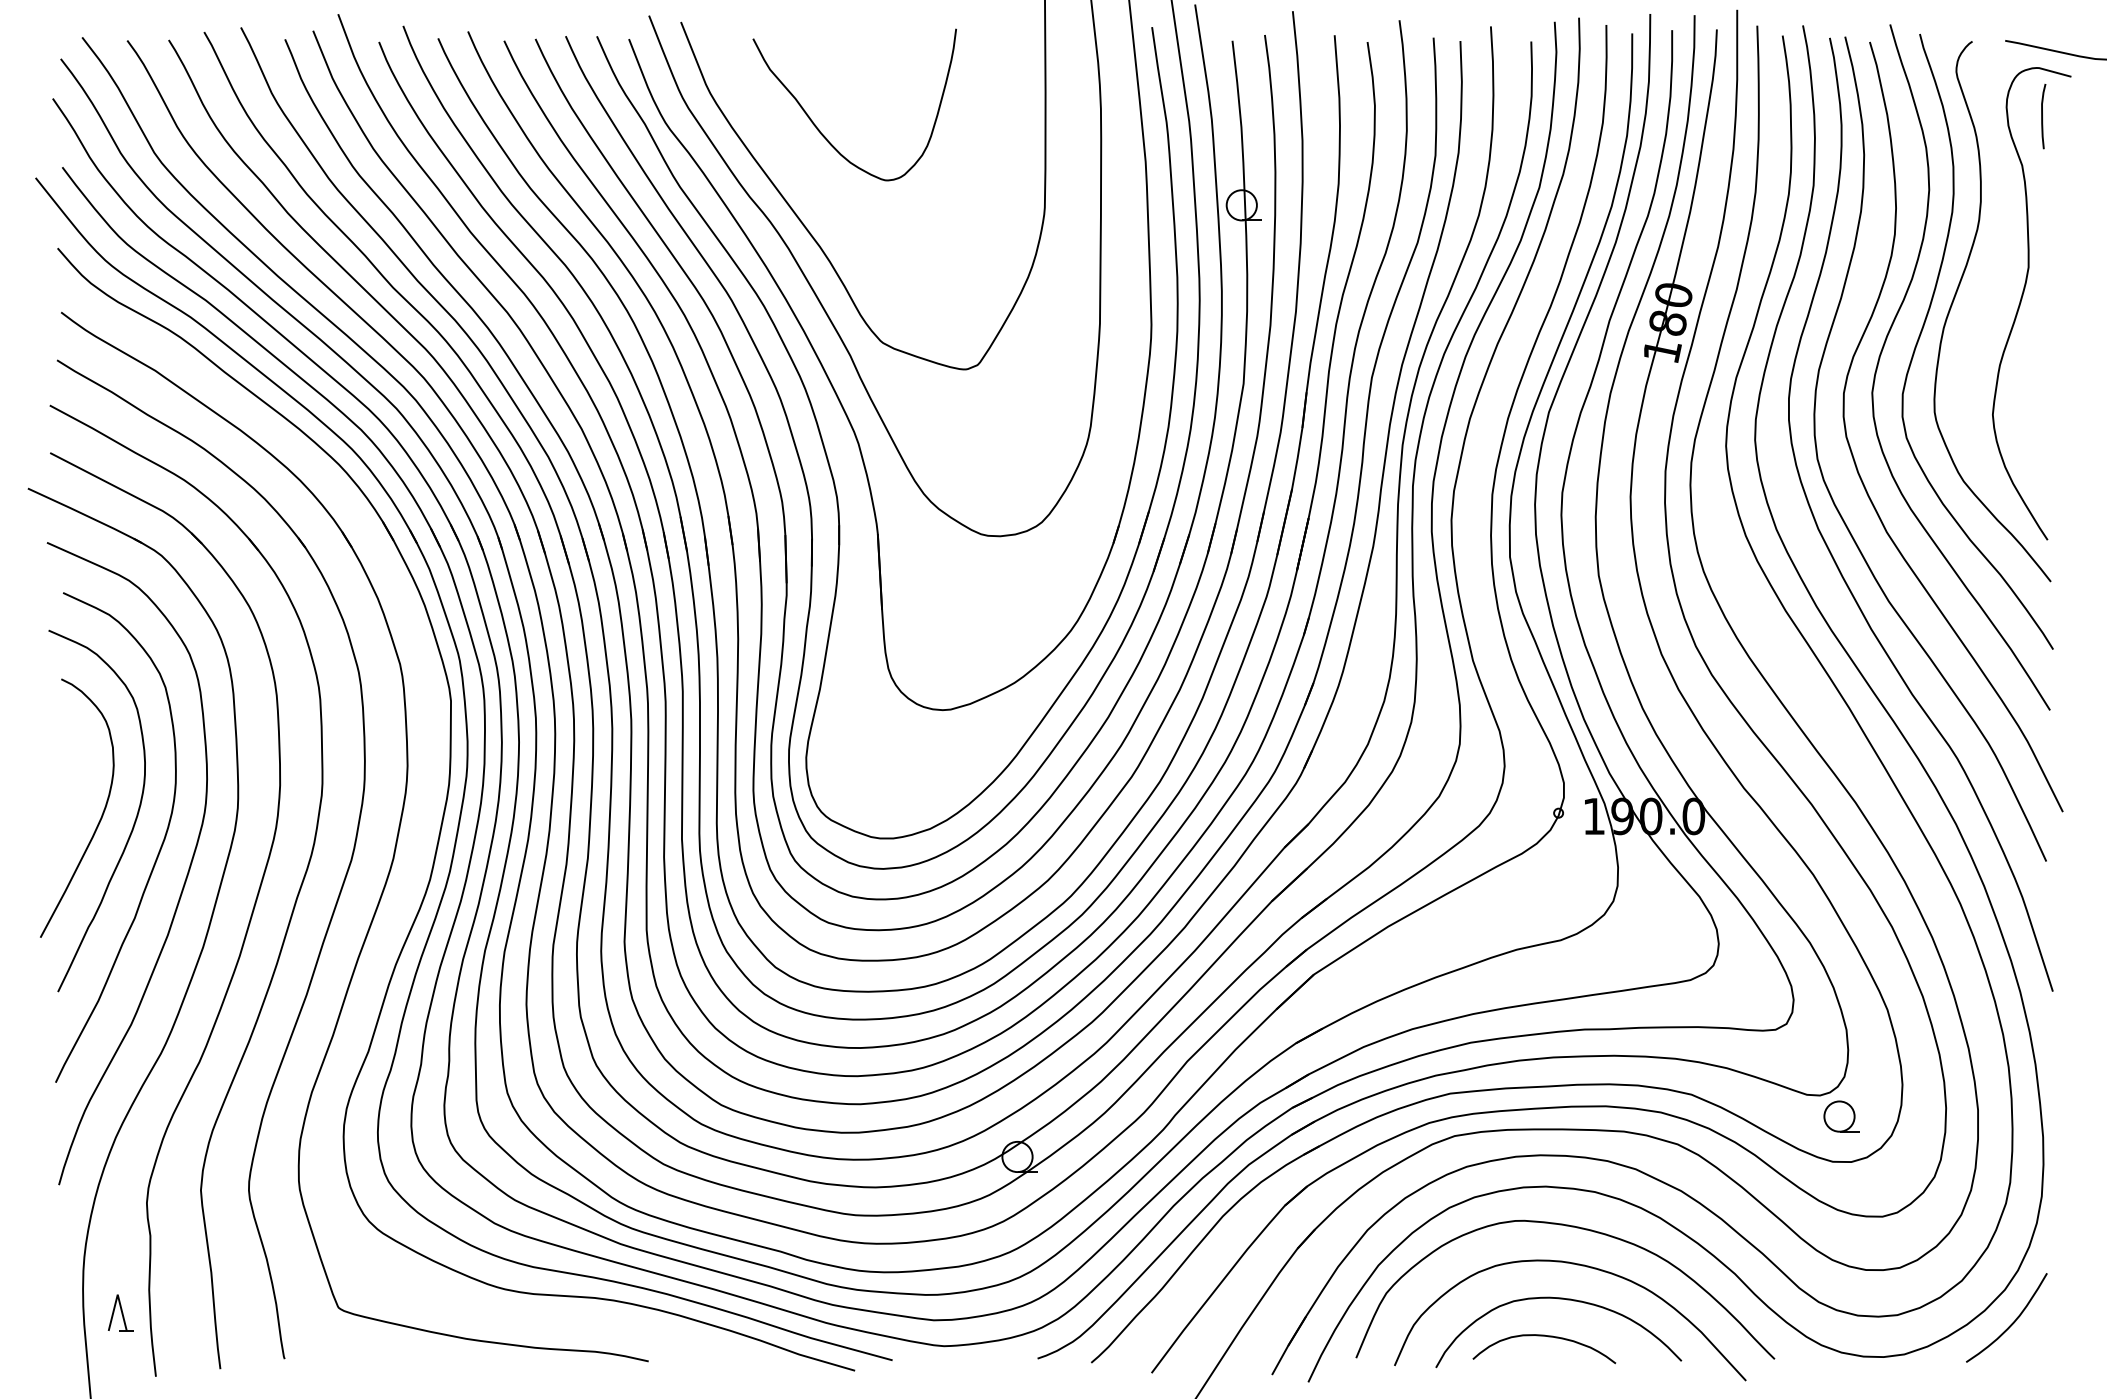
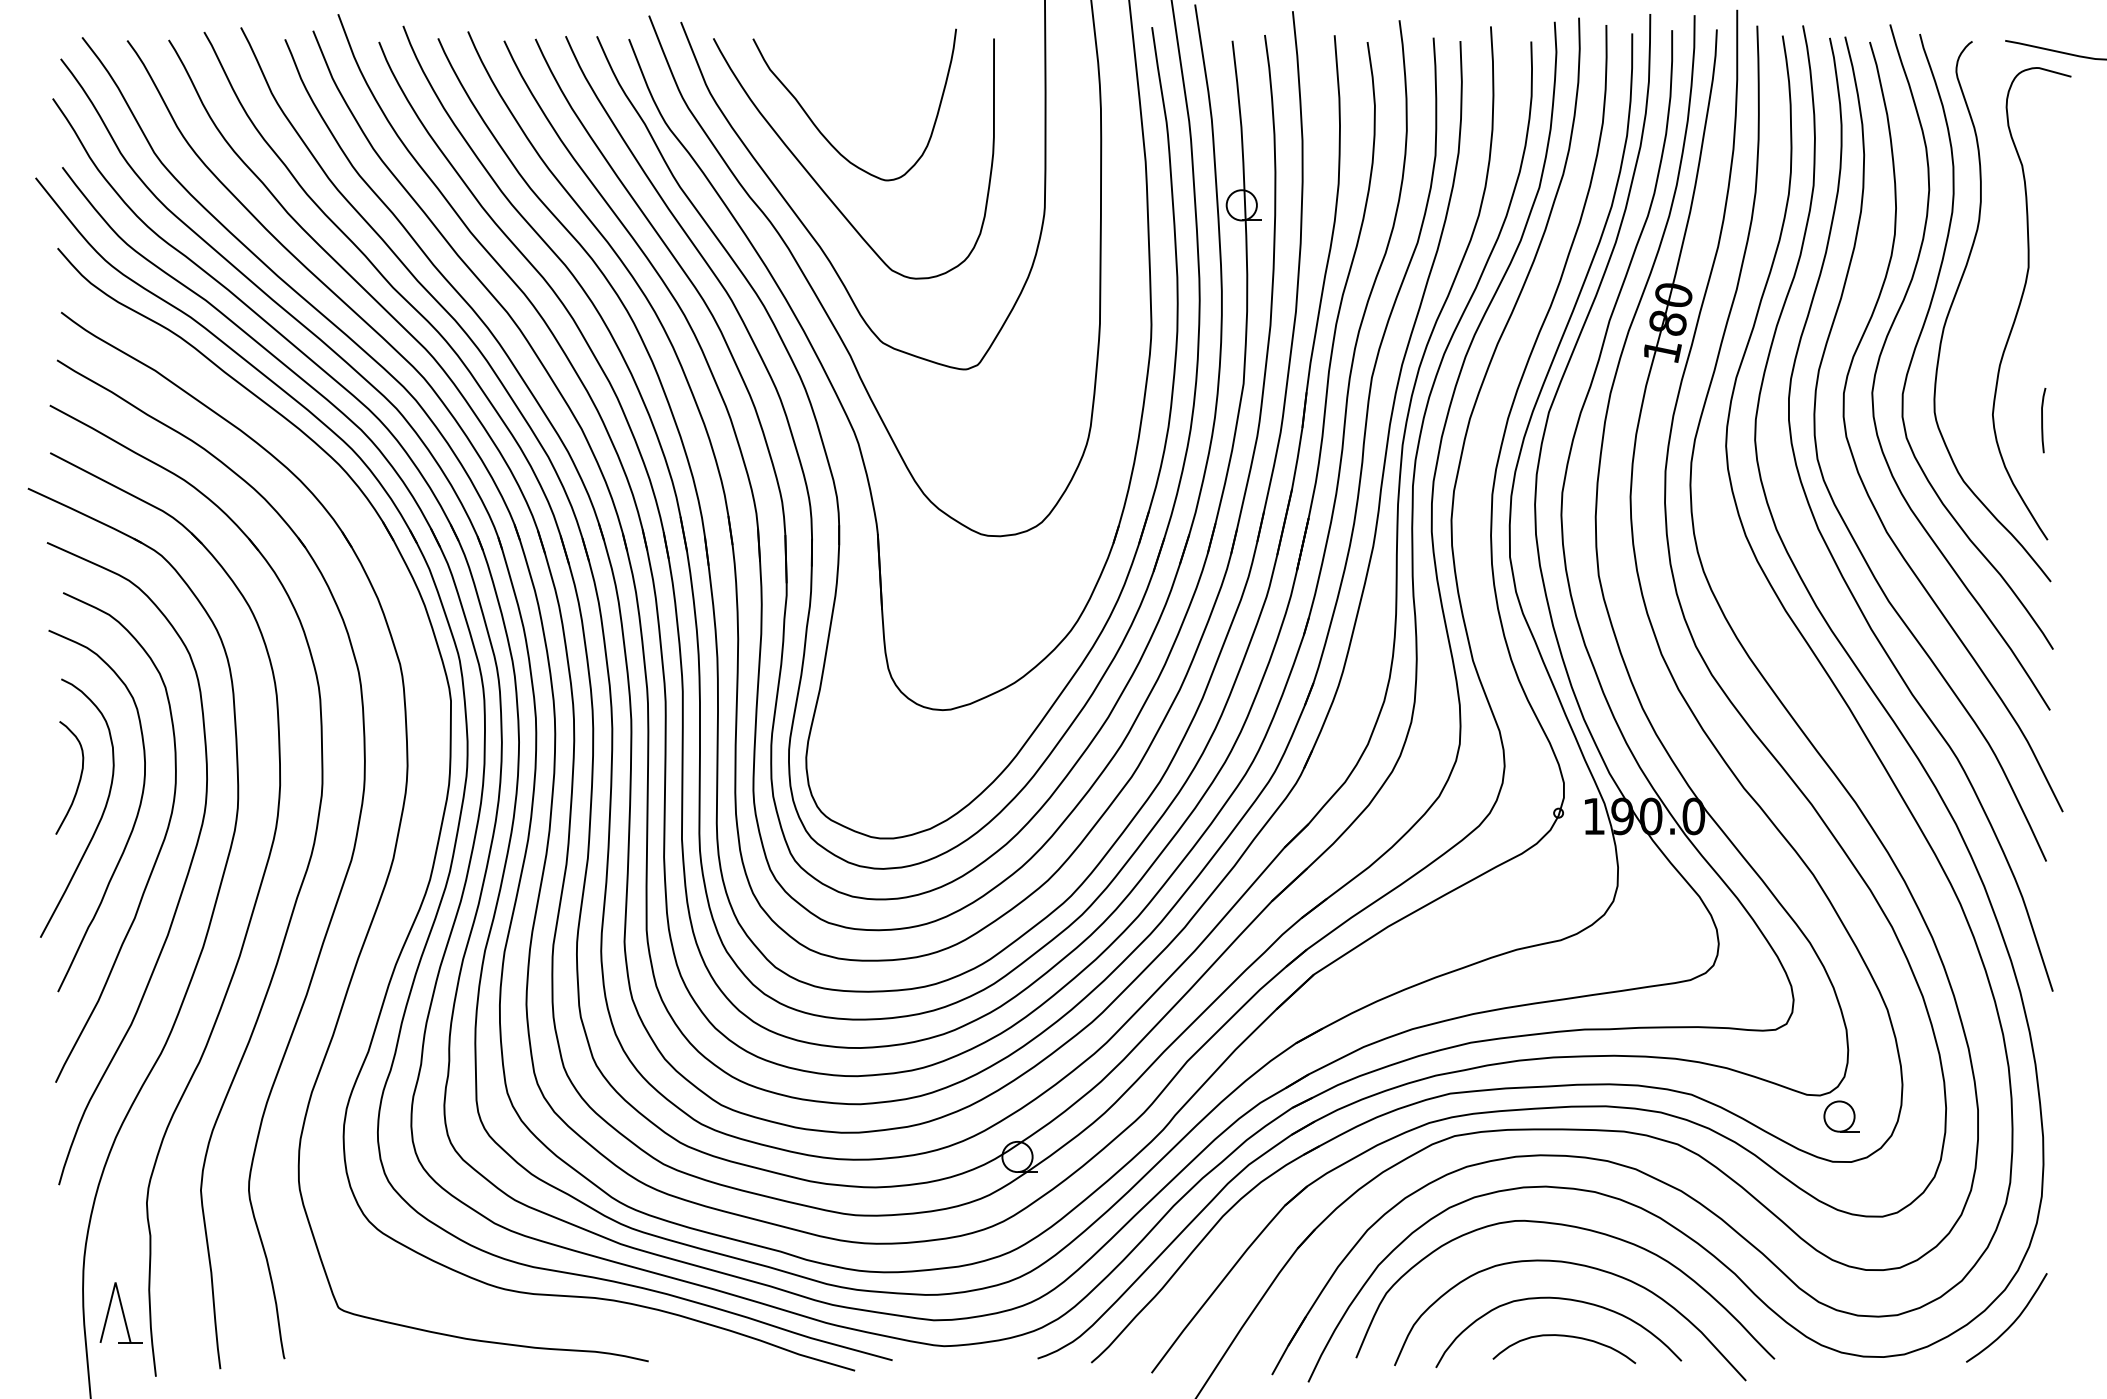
curve at (2042, 116) position: (2042, 116) -> (2042, 420)
curve at (819, 184): none -> present
curve at (78, 781): none -> present
part at (120, 1312) size: 26x38 px -> 44x62 px
curve at (1548, 1337) position: (1548, 1337) -> (1568, 1337)
